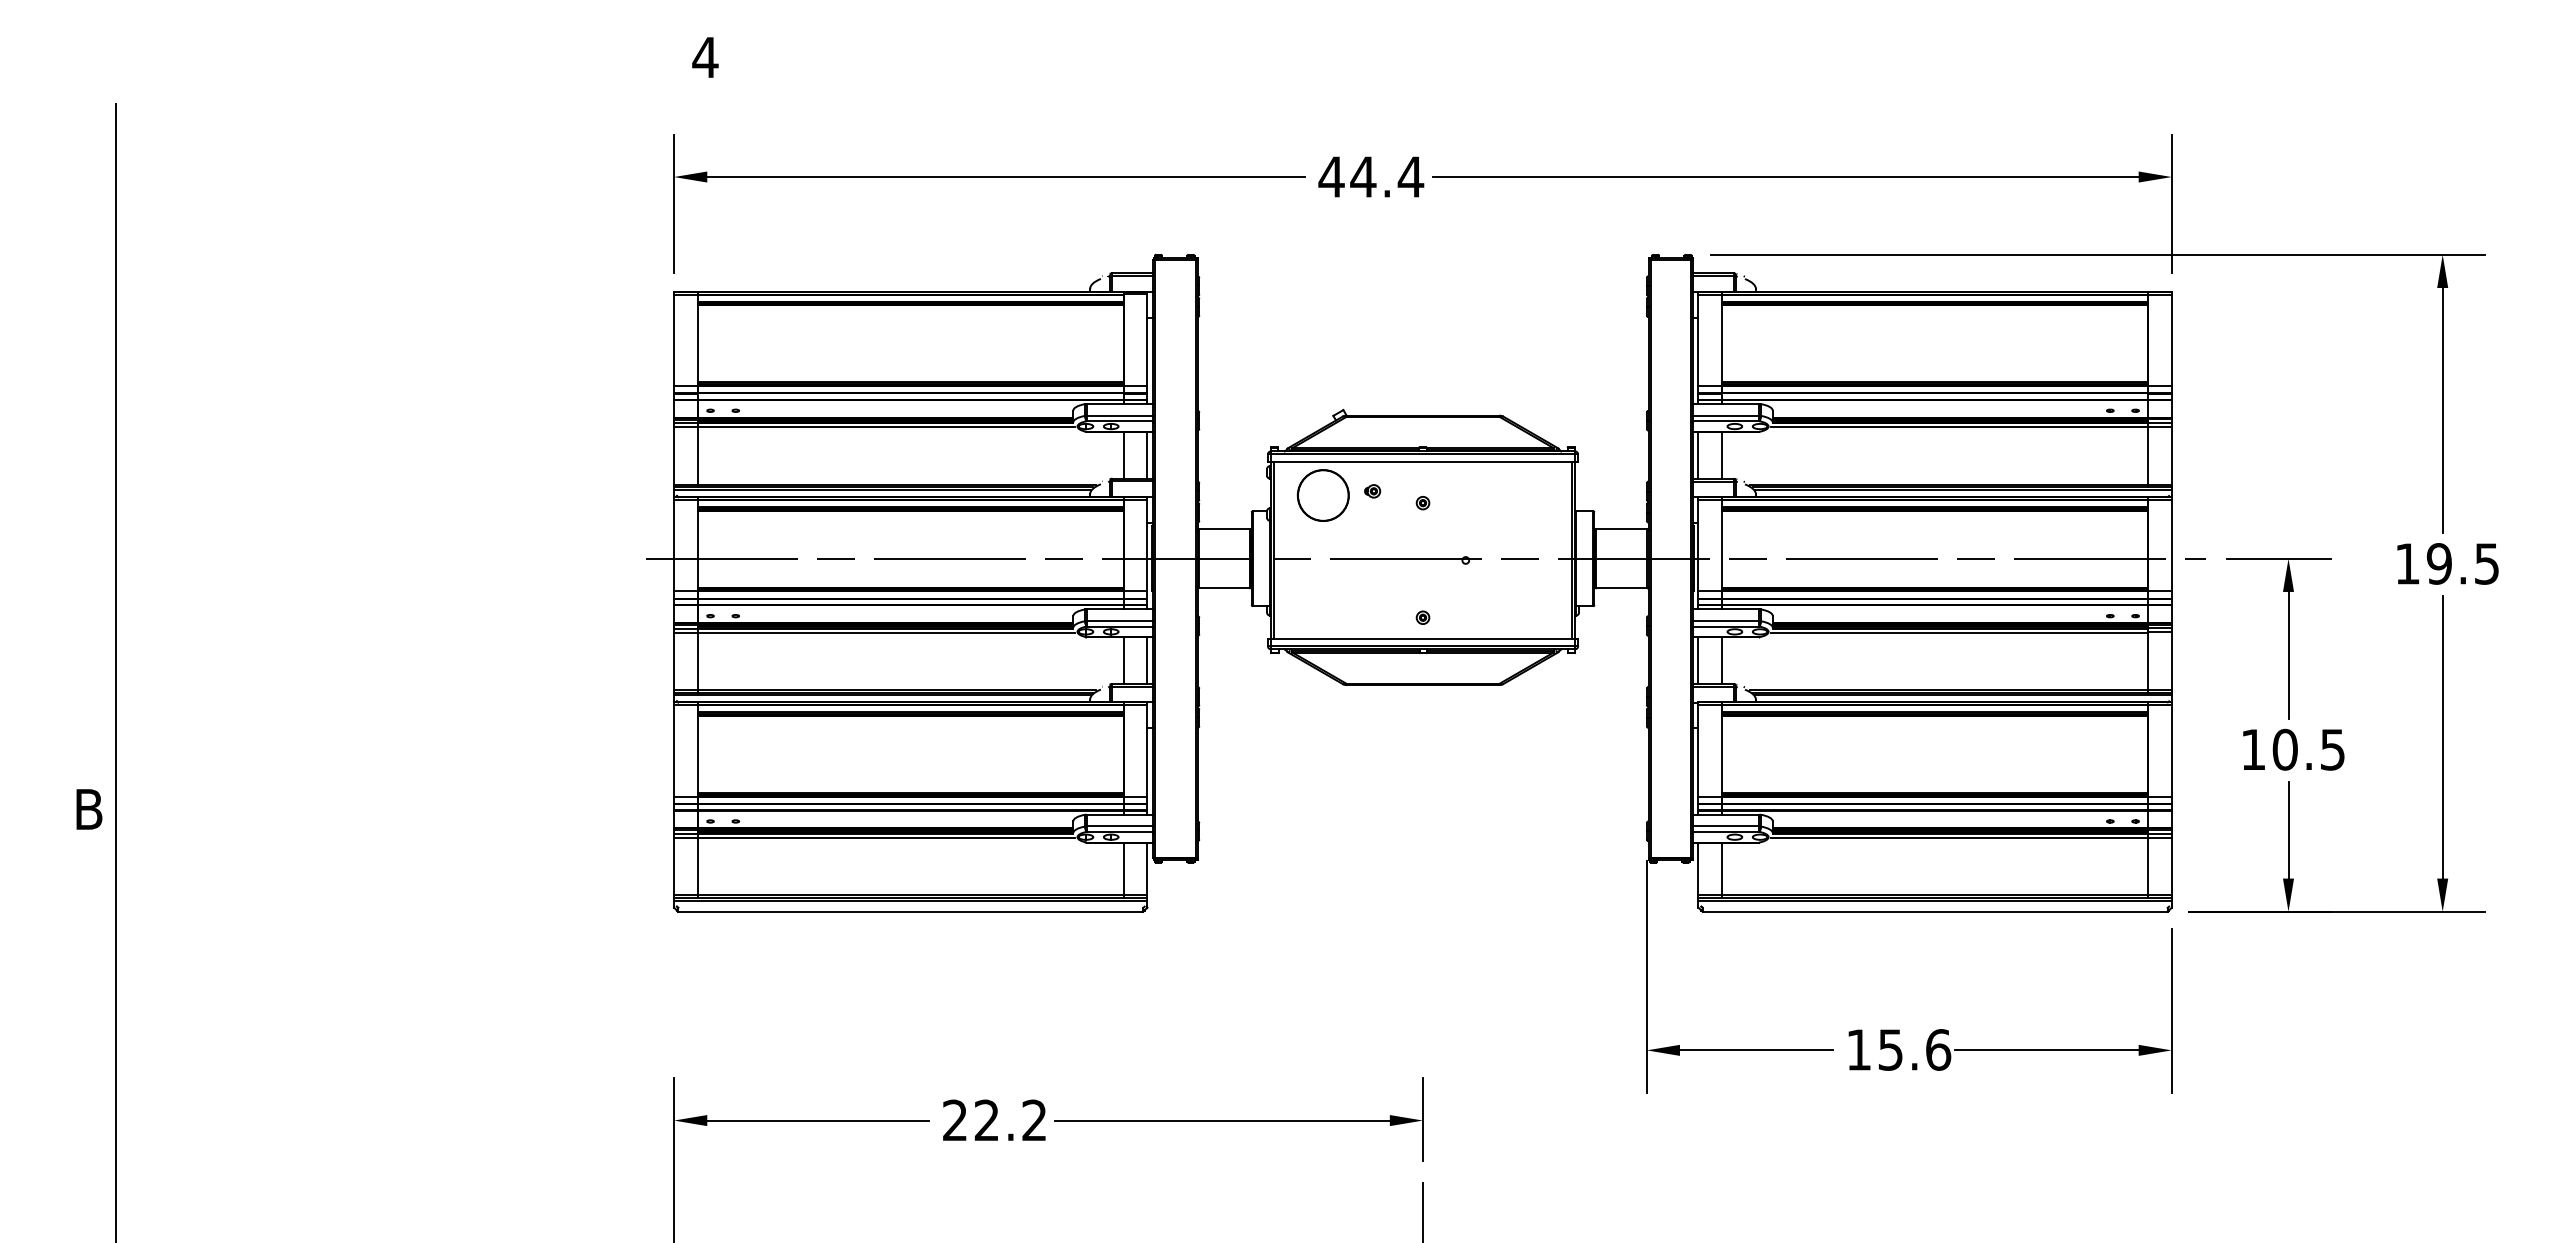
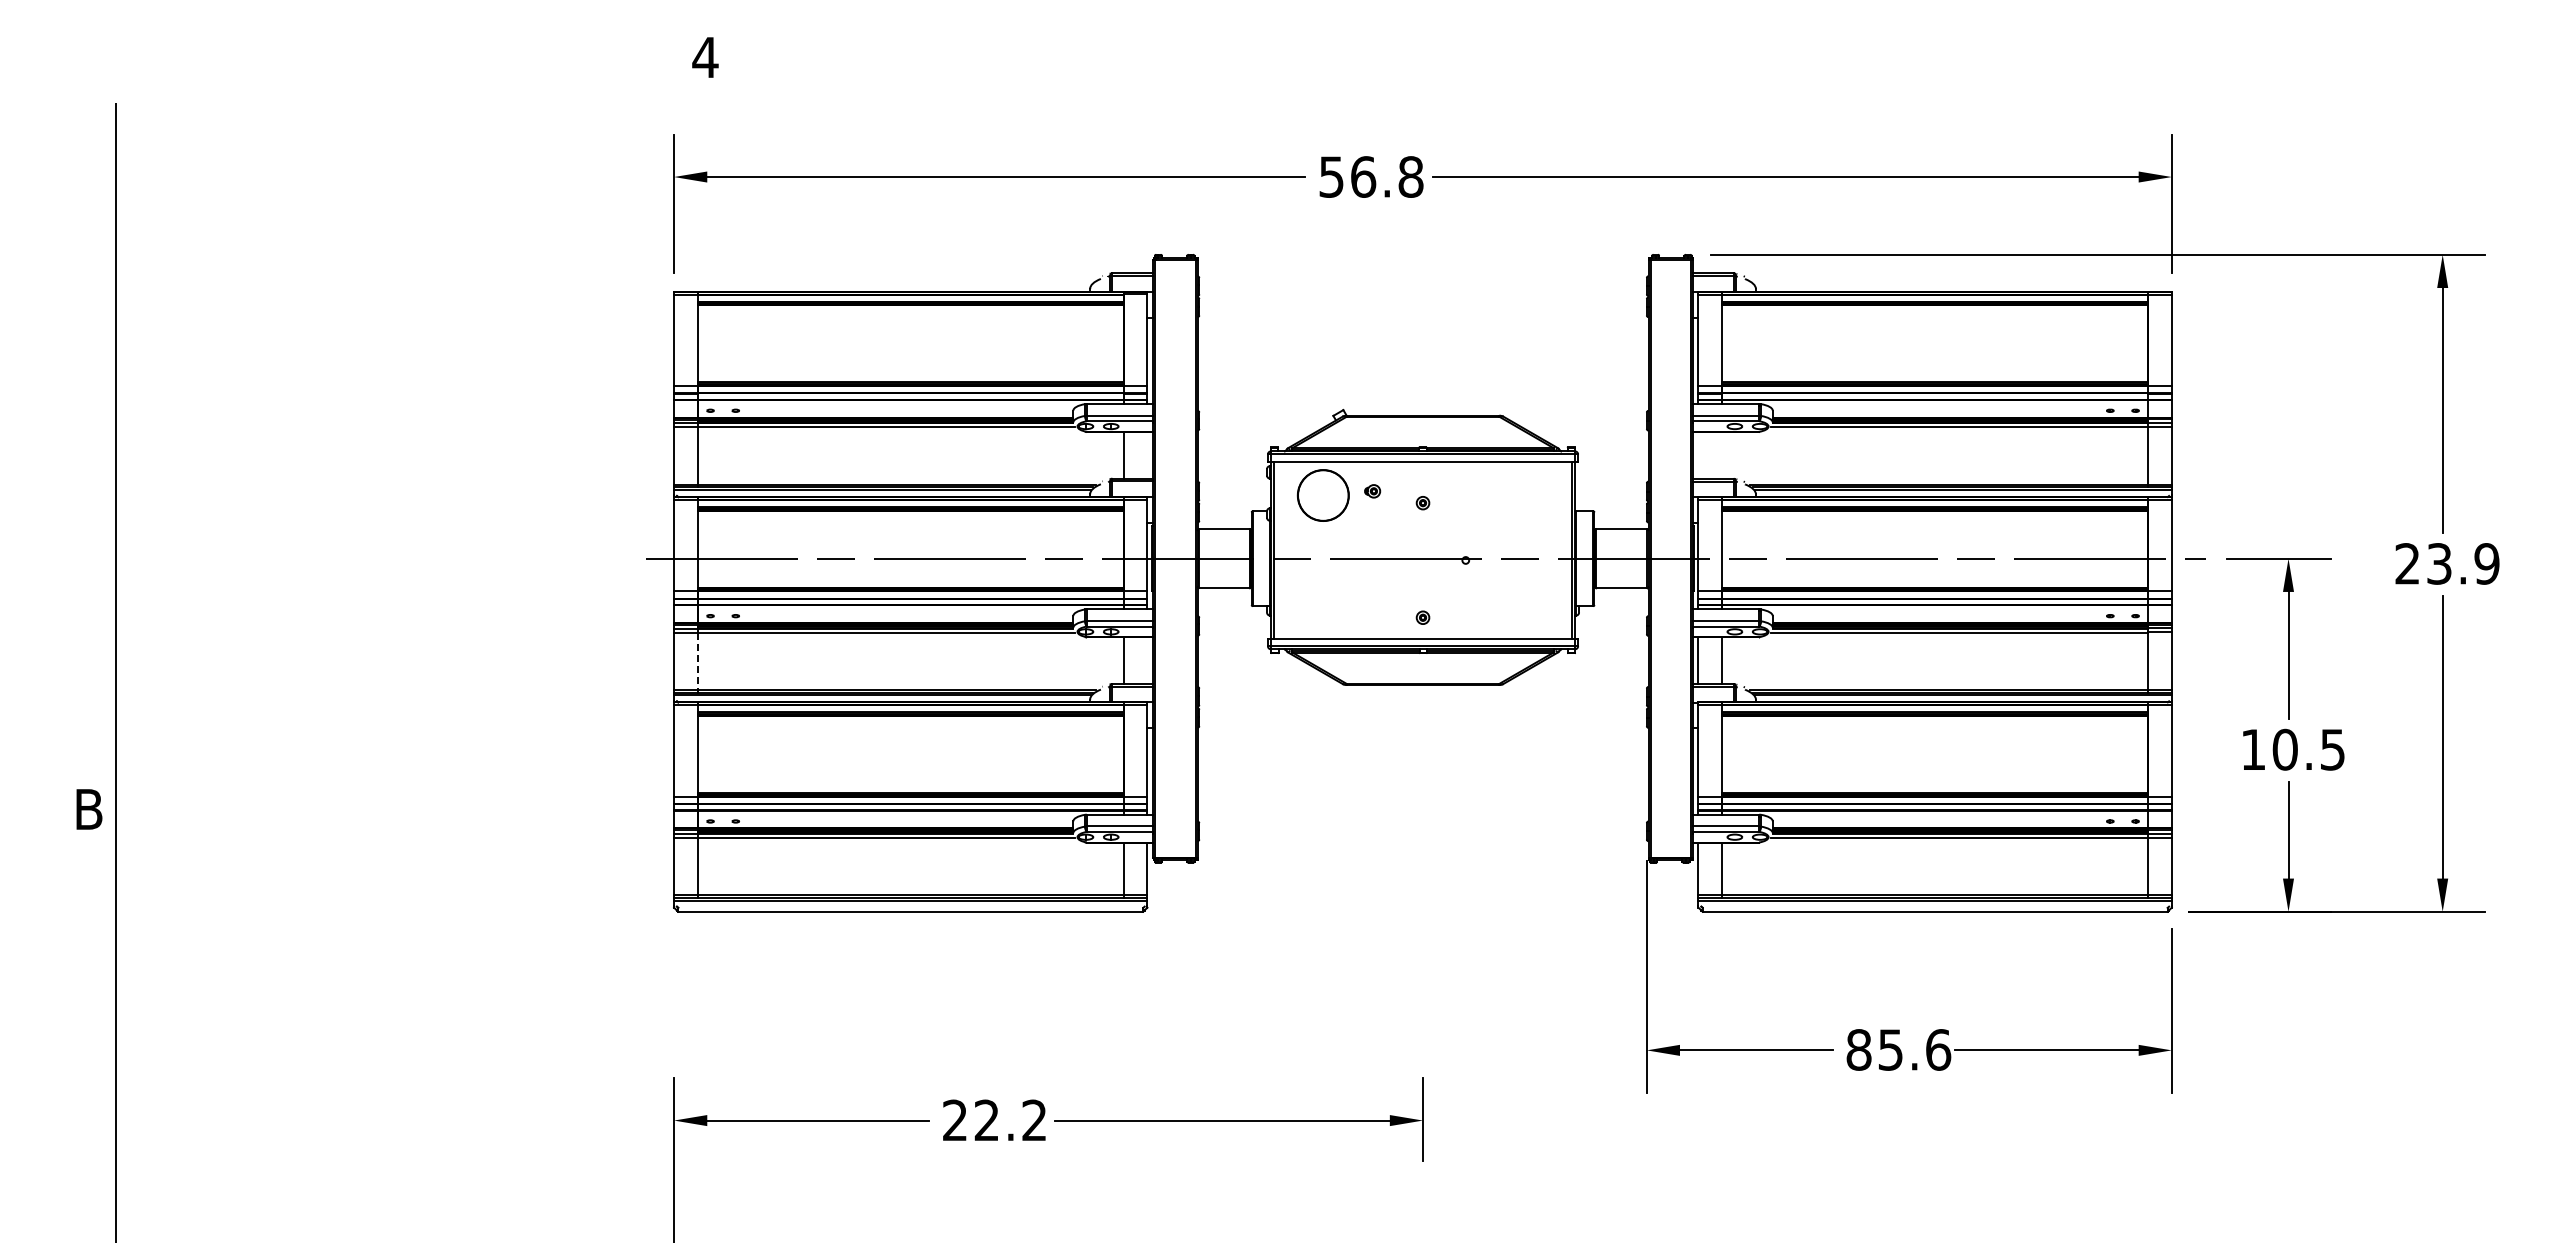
text at (1371, 176): 44.4 -> 56.8
line at (1147, 455): present -> none
line at (1698, 455): present -> none
line at (1722, 455): present -> none
text at (2447, 563): 19.5 -> 23.9
line at (1147, 660): present -> none
line at (697, 661): solid -> dashed
text at (1858, 1049): 15.6 -> 85.6
line at (1423, 1210): present -> none
